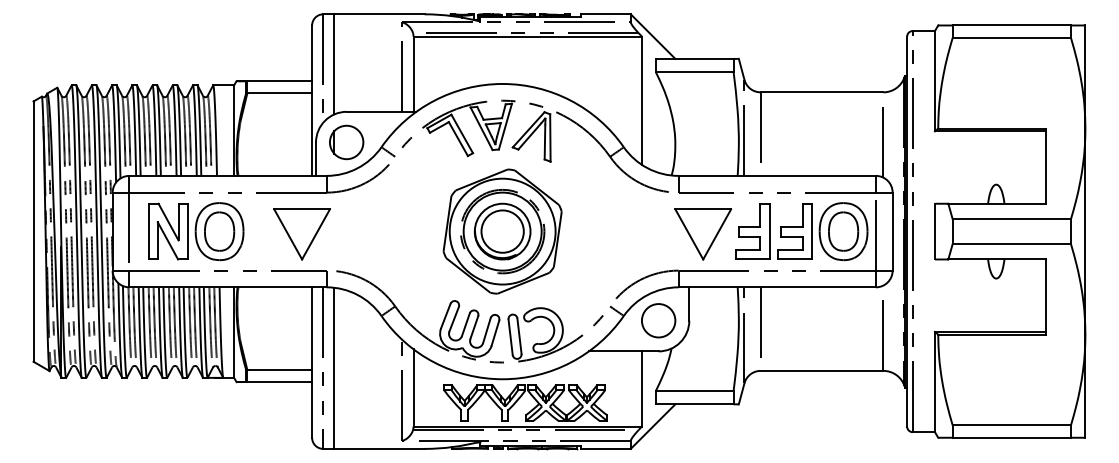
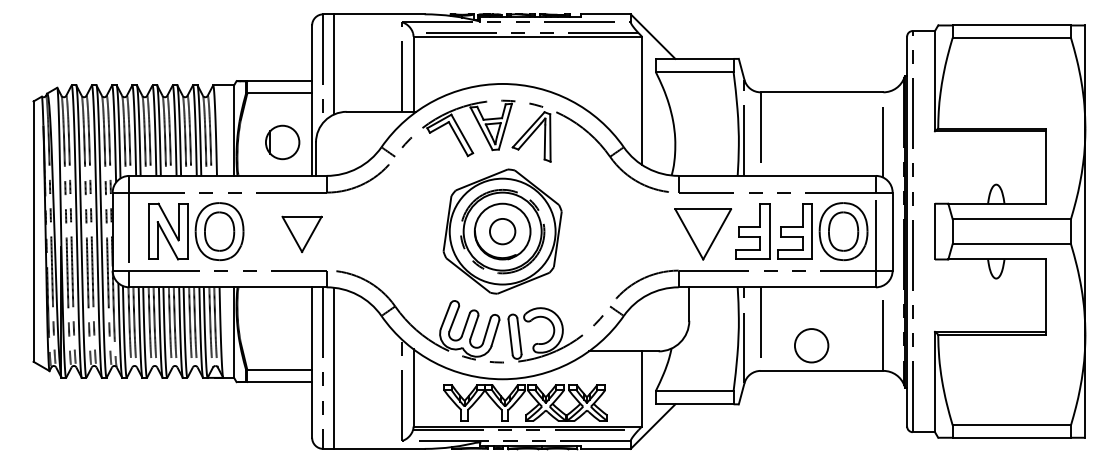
part at (346, 142) position: (346, 142) -> (282, 142)
circle at (502, 231) diameter: 42 px -> 25 px
part at (301, 234) size: 58x53 px -> 42x38 px
circle at (658, 320) position: (658, 320) -> (811, 345)
